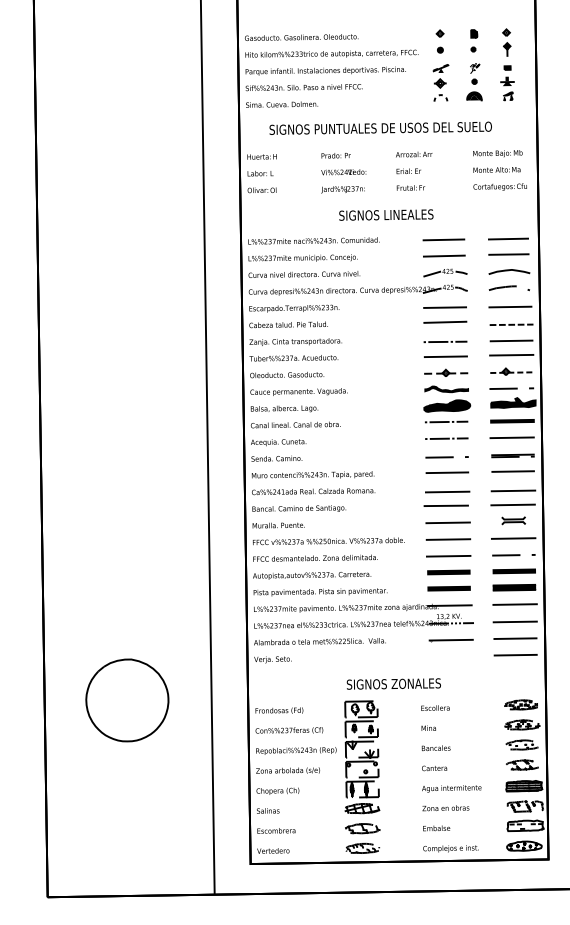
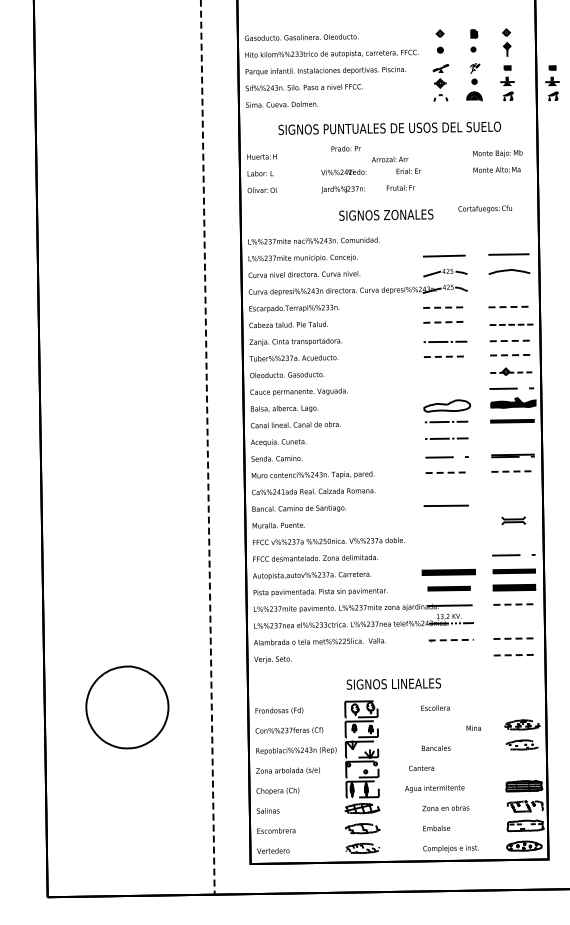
part at (552, 83): none -> present
text at (380, 127) position: (380, 127) -> (389, 127)
text at (414, 154) position: (414, 154) -> (390, 159)
text at (335, 155) position: (335, 155) -> (345, 148)
text at (499, 186) position: (499, 186) -> (484, 208)
text at (410, 187) position: (410, 187) -> (400, 187)
text at (395, 214): SIGNOS LINEALES -> SIGNOS ZONALES
line at (508, 238): present -> none
line at (443, 239): present -> none
curve at (508, 287): present -> none
line at (445, 307): solid -> dashed
line at (510, 307): solid -> dashed
line at (445, 322): solid -> dashed
line at (511, 340): solid -> dashed
line at (511, 355): solid -> dashed
line at (446, 356): solid -> dashed
part at (446, 372): present -> none
fill at (446, 389): present -> none
fill at (447, 405): present -> none
line at (511, 437): present -> none
line at (207, 447): solid -> dashed
line at (513, 471): solid -> dashed
line at (447, 472): solid -> dashed
line at (513, 490): present -> none
line at (447, 491): present -> none
line at (512, 504): present -> none
line at (447, 522): present -> none
line at (513, 538): present -> none
line at (448, 539): present -> none
line at (448, 555): present -> none
part at (448, 572) size: 44x7 px -> 55x8 px
line at (515, 604): solid -> dashed
line at (514, 621): present -> none
line at (515, 638): solid -> dashed
line at (451, 640): solid -> dashed
line at (515, 655): solid -> dashed
text at (402, 683): SIGNOS ZONALES -> SIGNOS LINEALES
part at (127, 700) position: (127, 700) -> (127, 707)
part at (520, 704): present -> none
text at (428, 727) position: (428, 727) -> (473, 727)
part at (522, 764): present -> none
text at (434, 768) position: (434, 768) -> (421, 768)
text at (451, 788) position: (451, 788) -> (434, 788)
